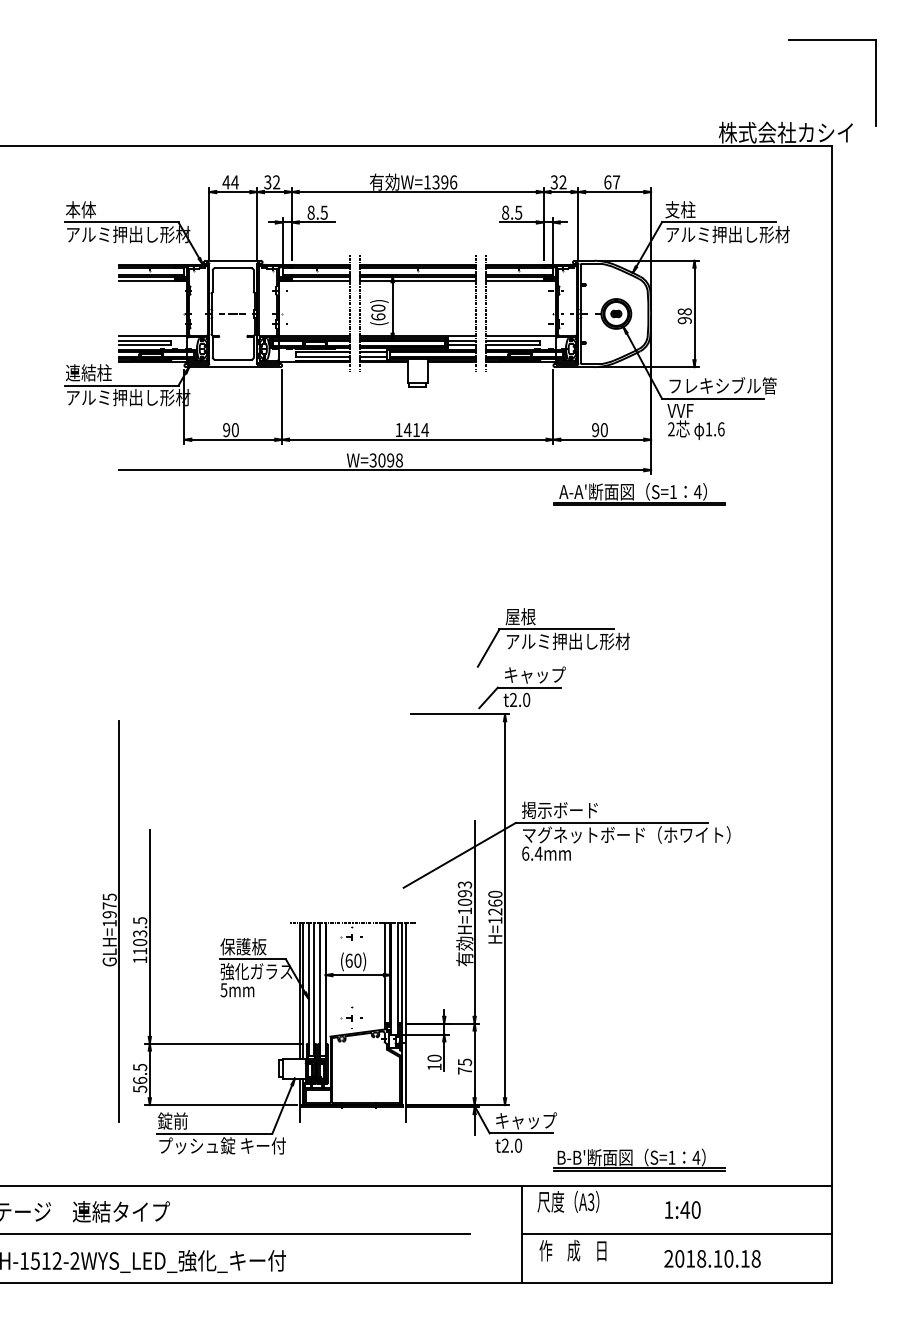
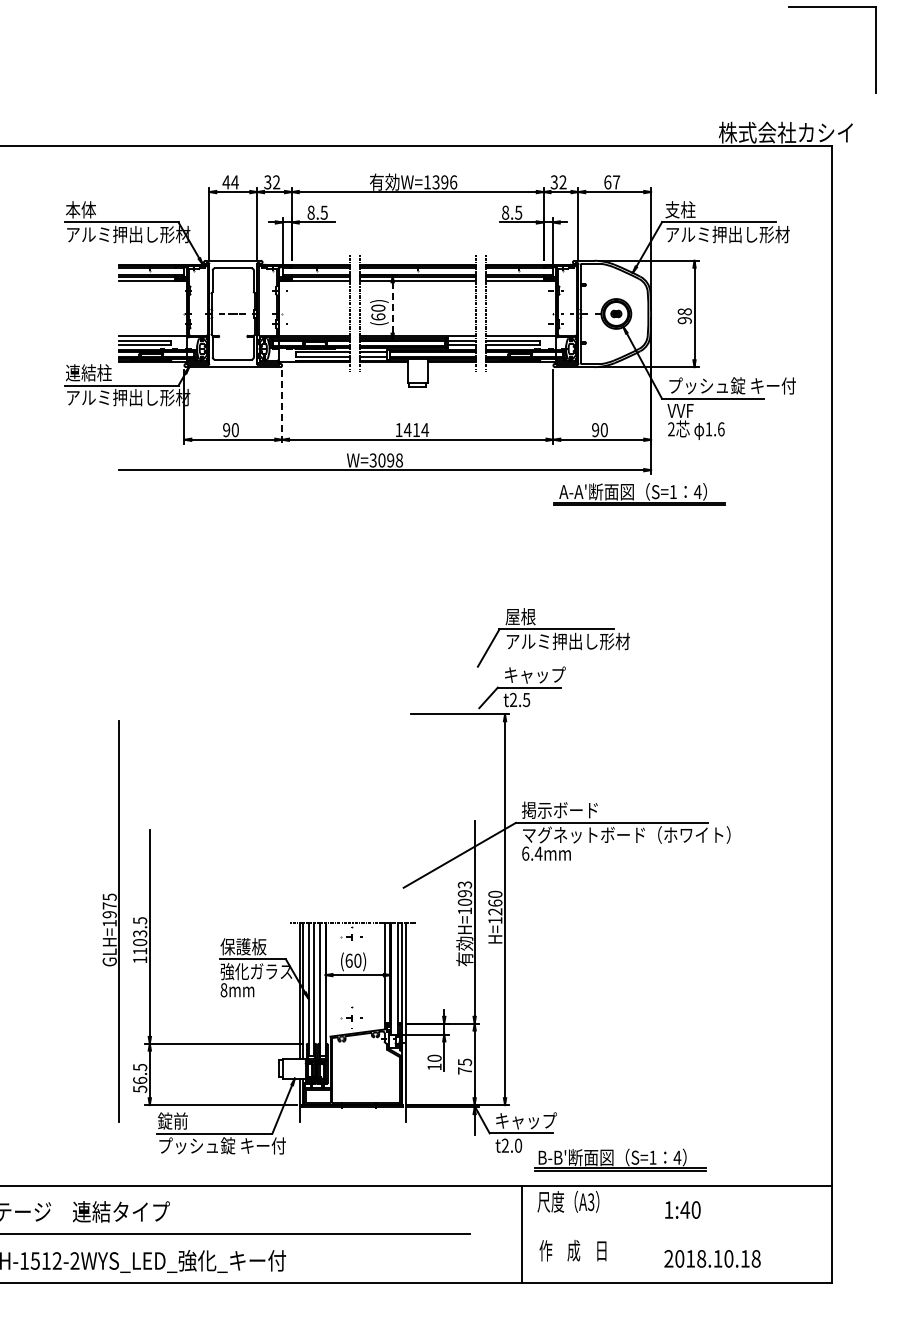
part at (832, 40) position: (832, 40) -> (832, 7)
line at (392, 308): solid -> dashed
text at (732, 385): フレキシブル管 -> プッシュ錠 キー付
line at (282, 407): solid -> dashed
text at (526, 699): t2.0 -> t2.5
text at (223, 990): 5mm -> 8mm
part at (639, 1159) position: (639, 1159) -> (620, 1159)
line at (677, 1234): present -> none
